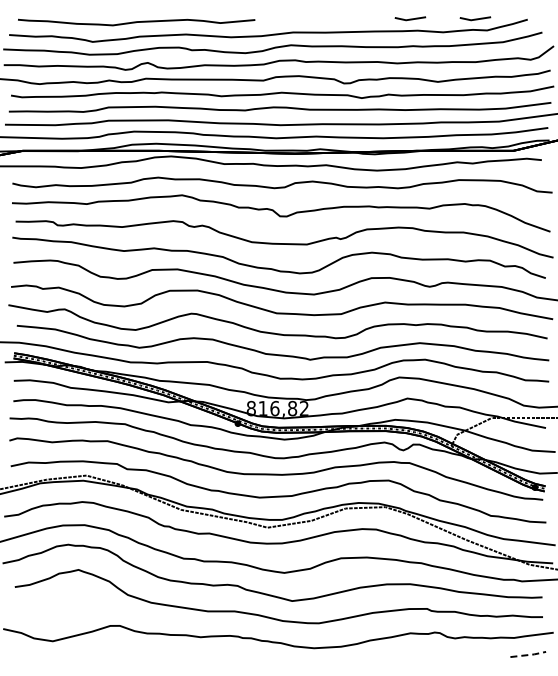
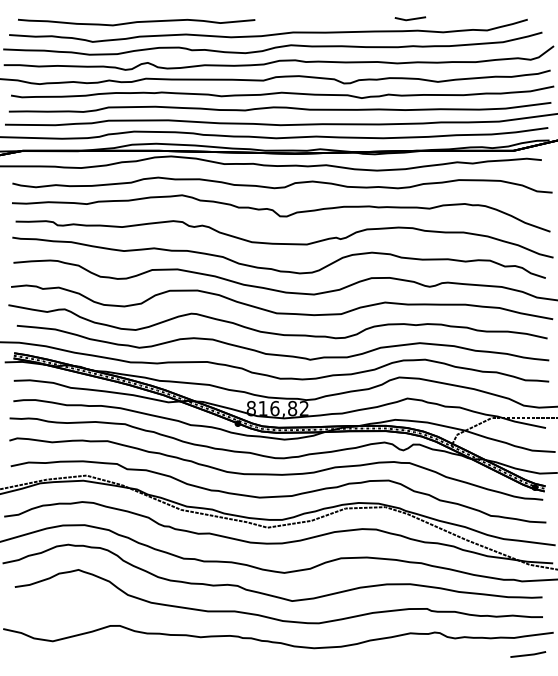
line at (475, 18): present -> none
line at (529, 654): dashed -> solid
